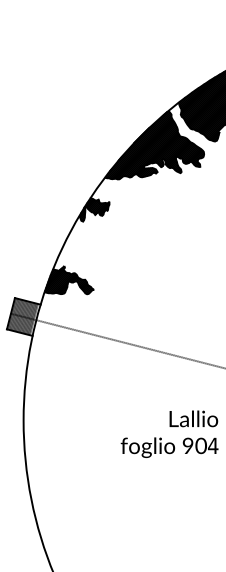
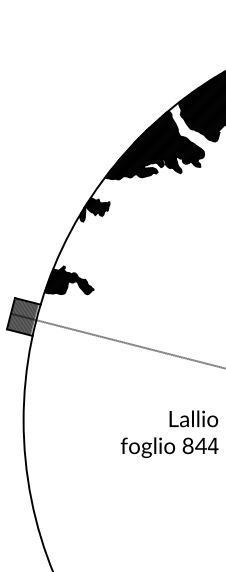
text at (194, 445): 90 -> 84
